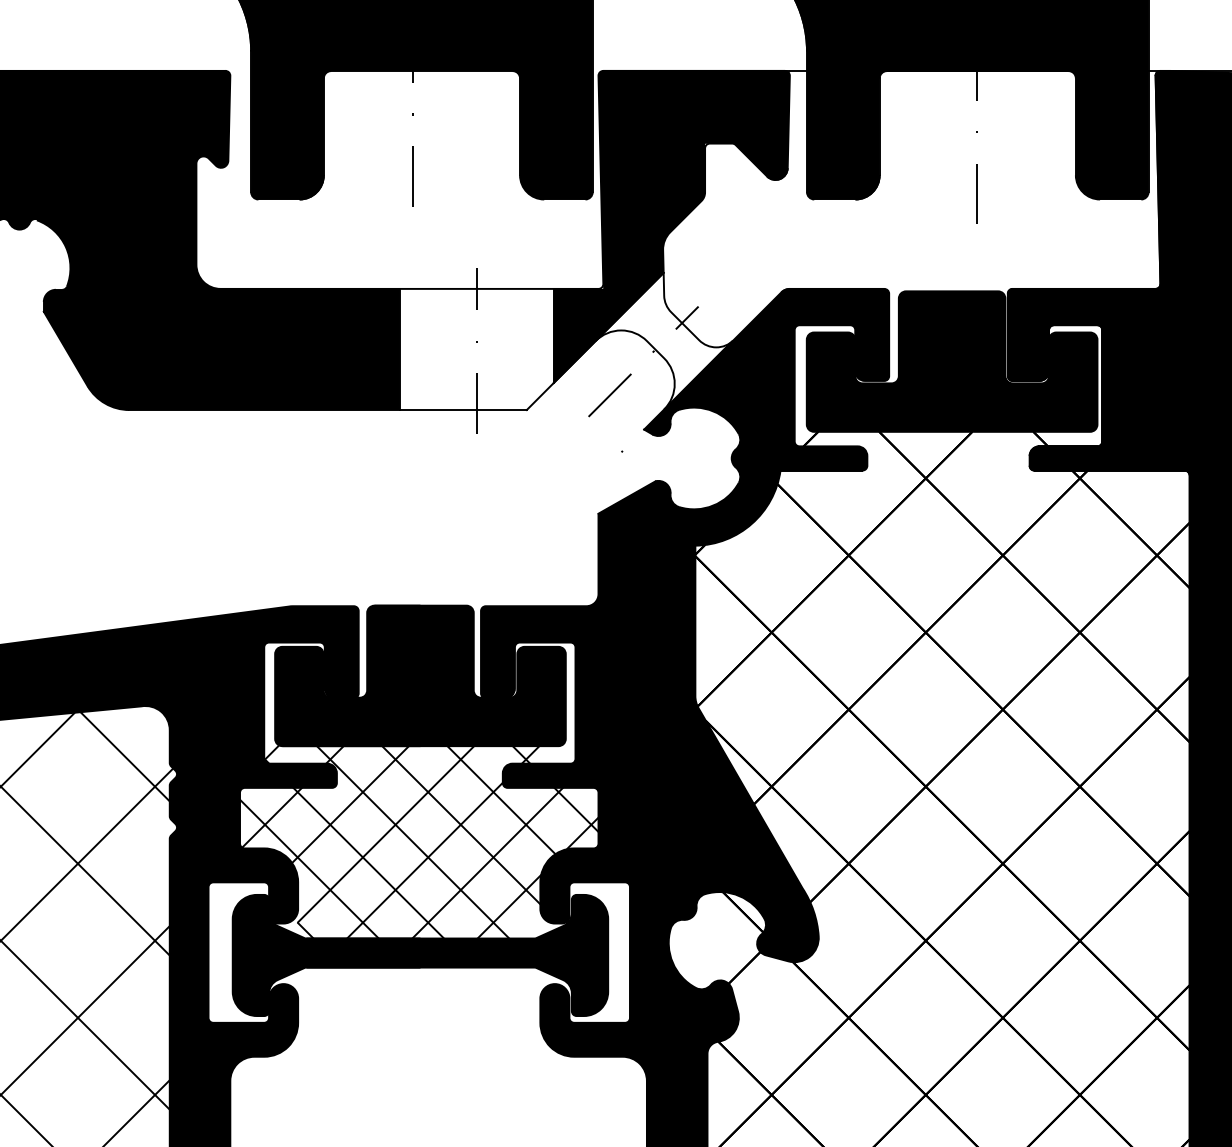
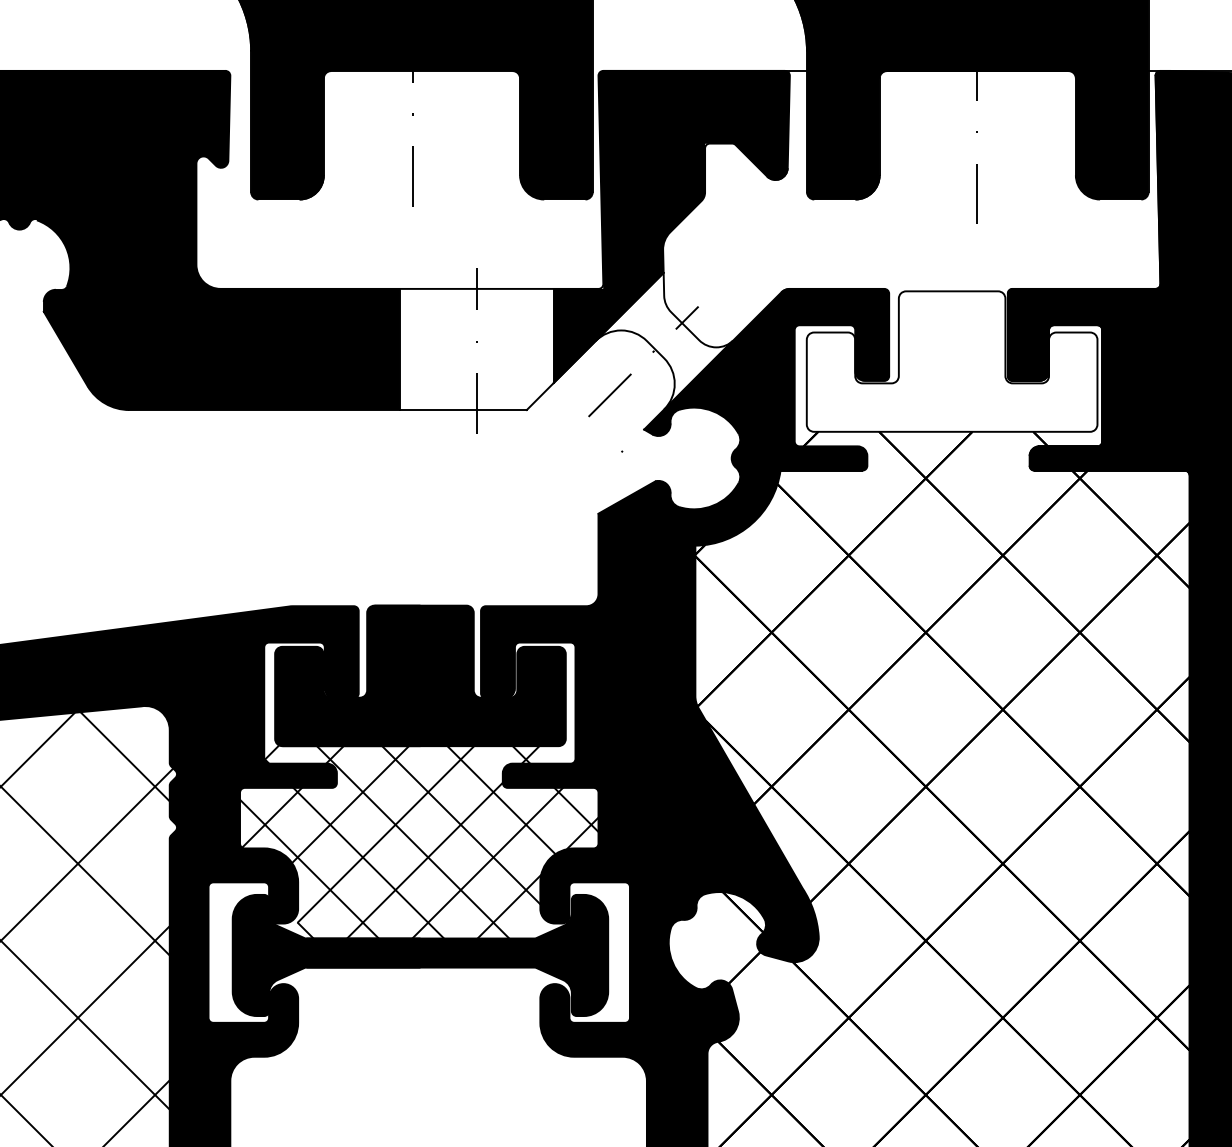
fill at (951, 361): present -> none
